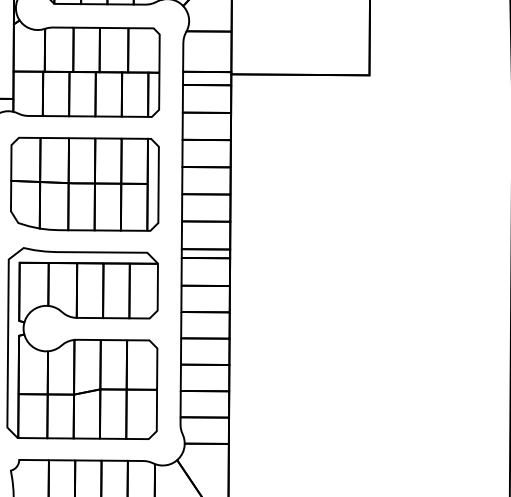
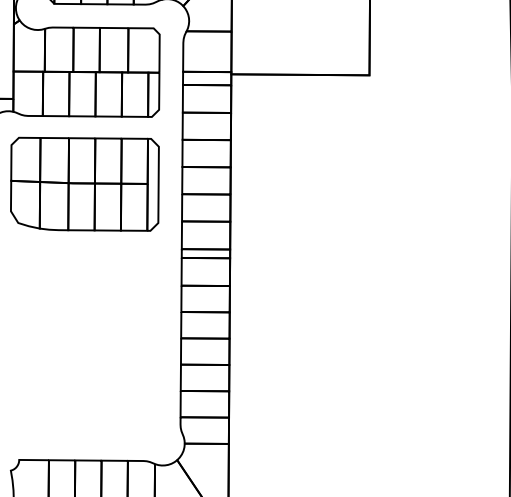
part at (82, 343): present -> none
